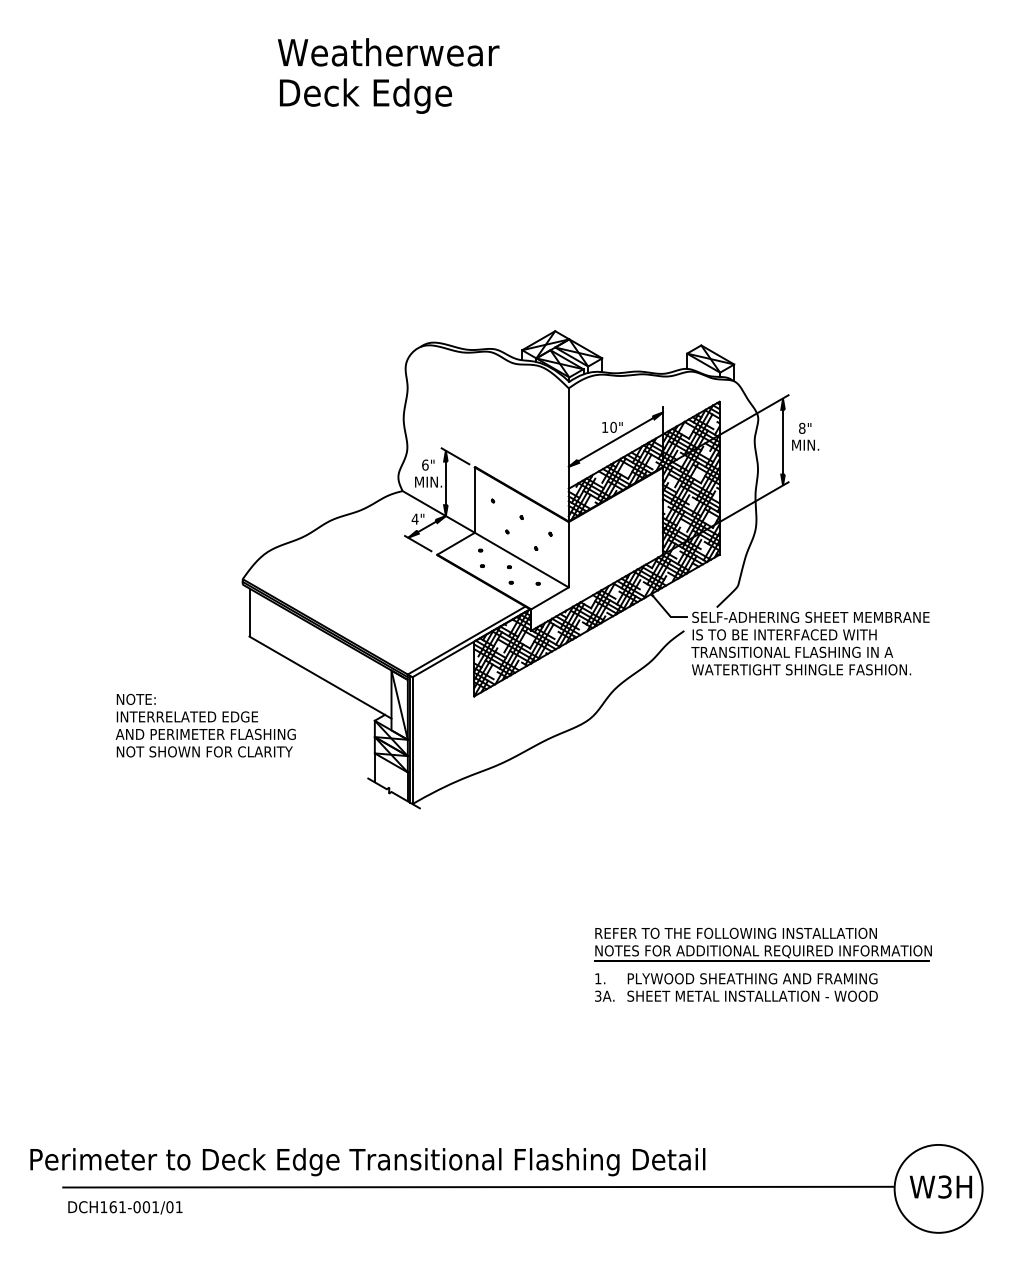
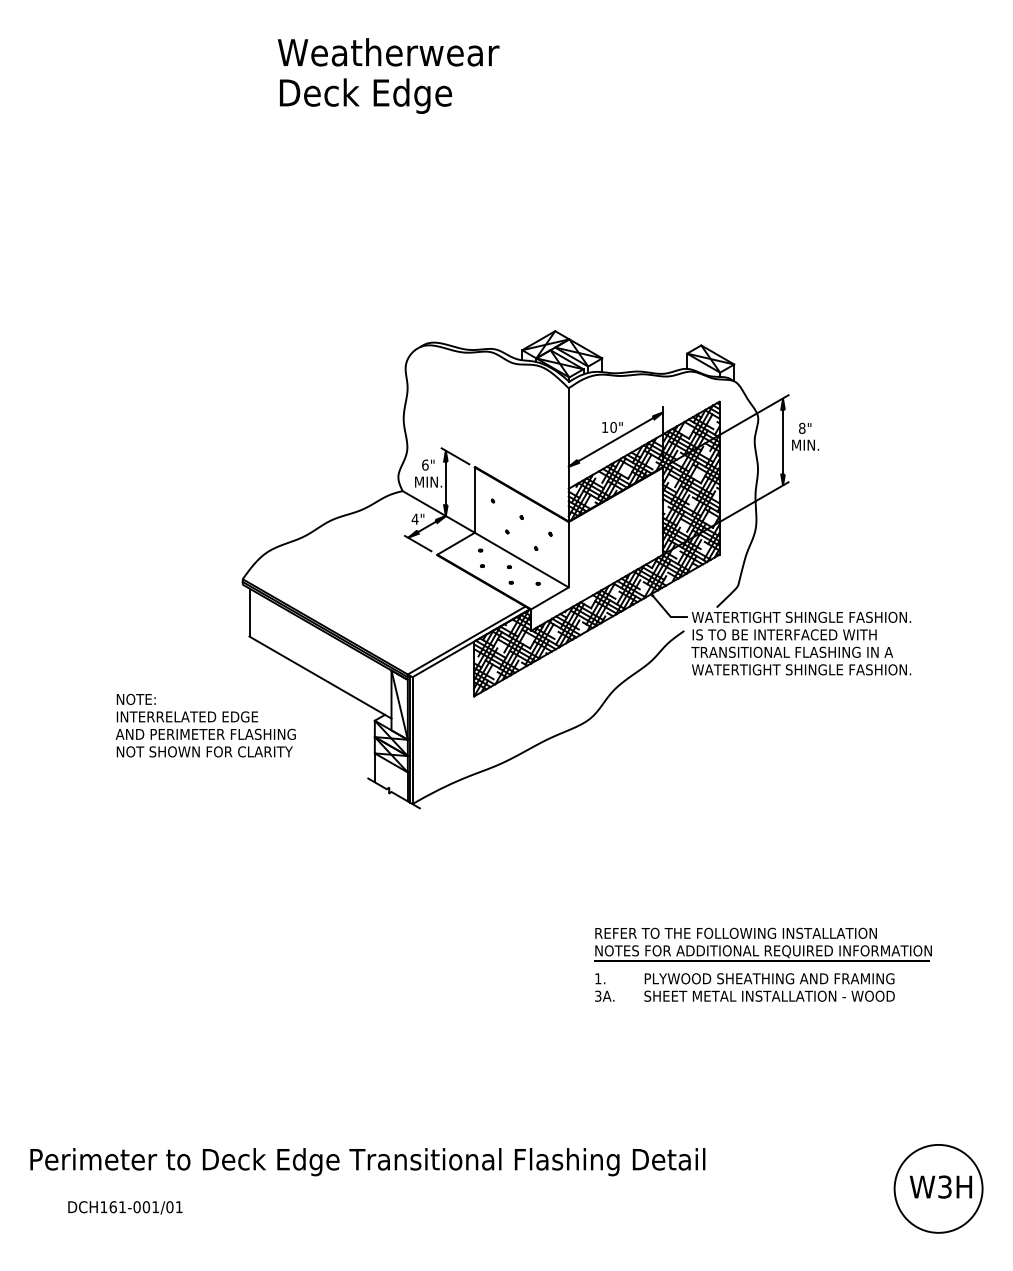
text at (810, 616): SELF-ADHERING SHEET MEMBRANE -> WATERTIGHT SHINGLE FASHION.
text at (752, 987) position: (752, 987) -> (769, 987)
line at (477, 1186): present -> none
